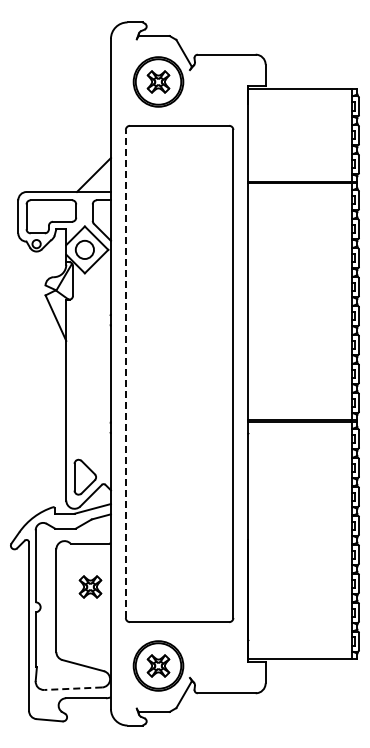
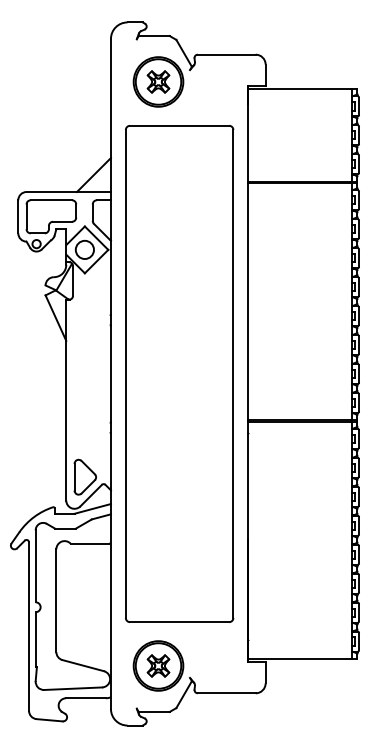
line at (125, 373): dashed -> solid
part at (90, 586): present -> none
line at (73, 688): dashed -> solid
